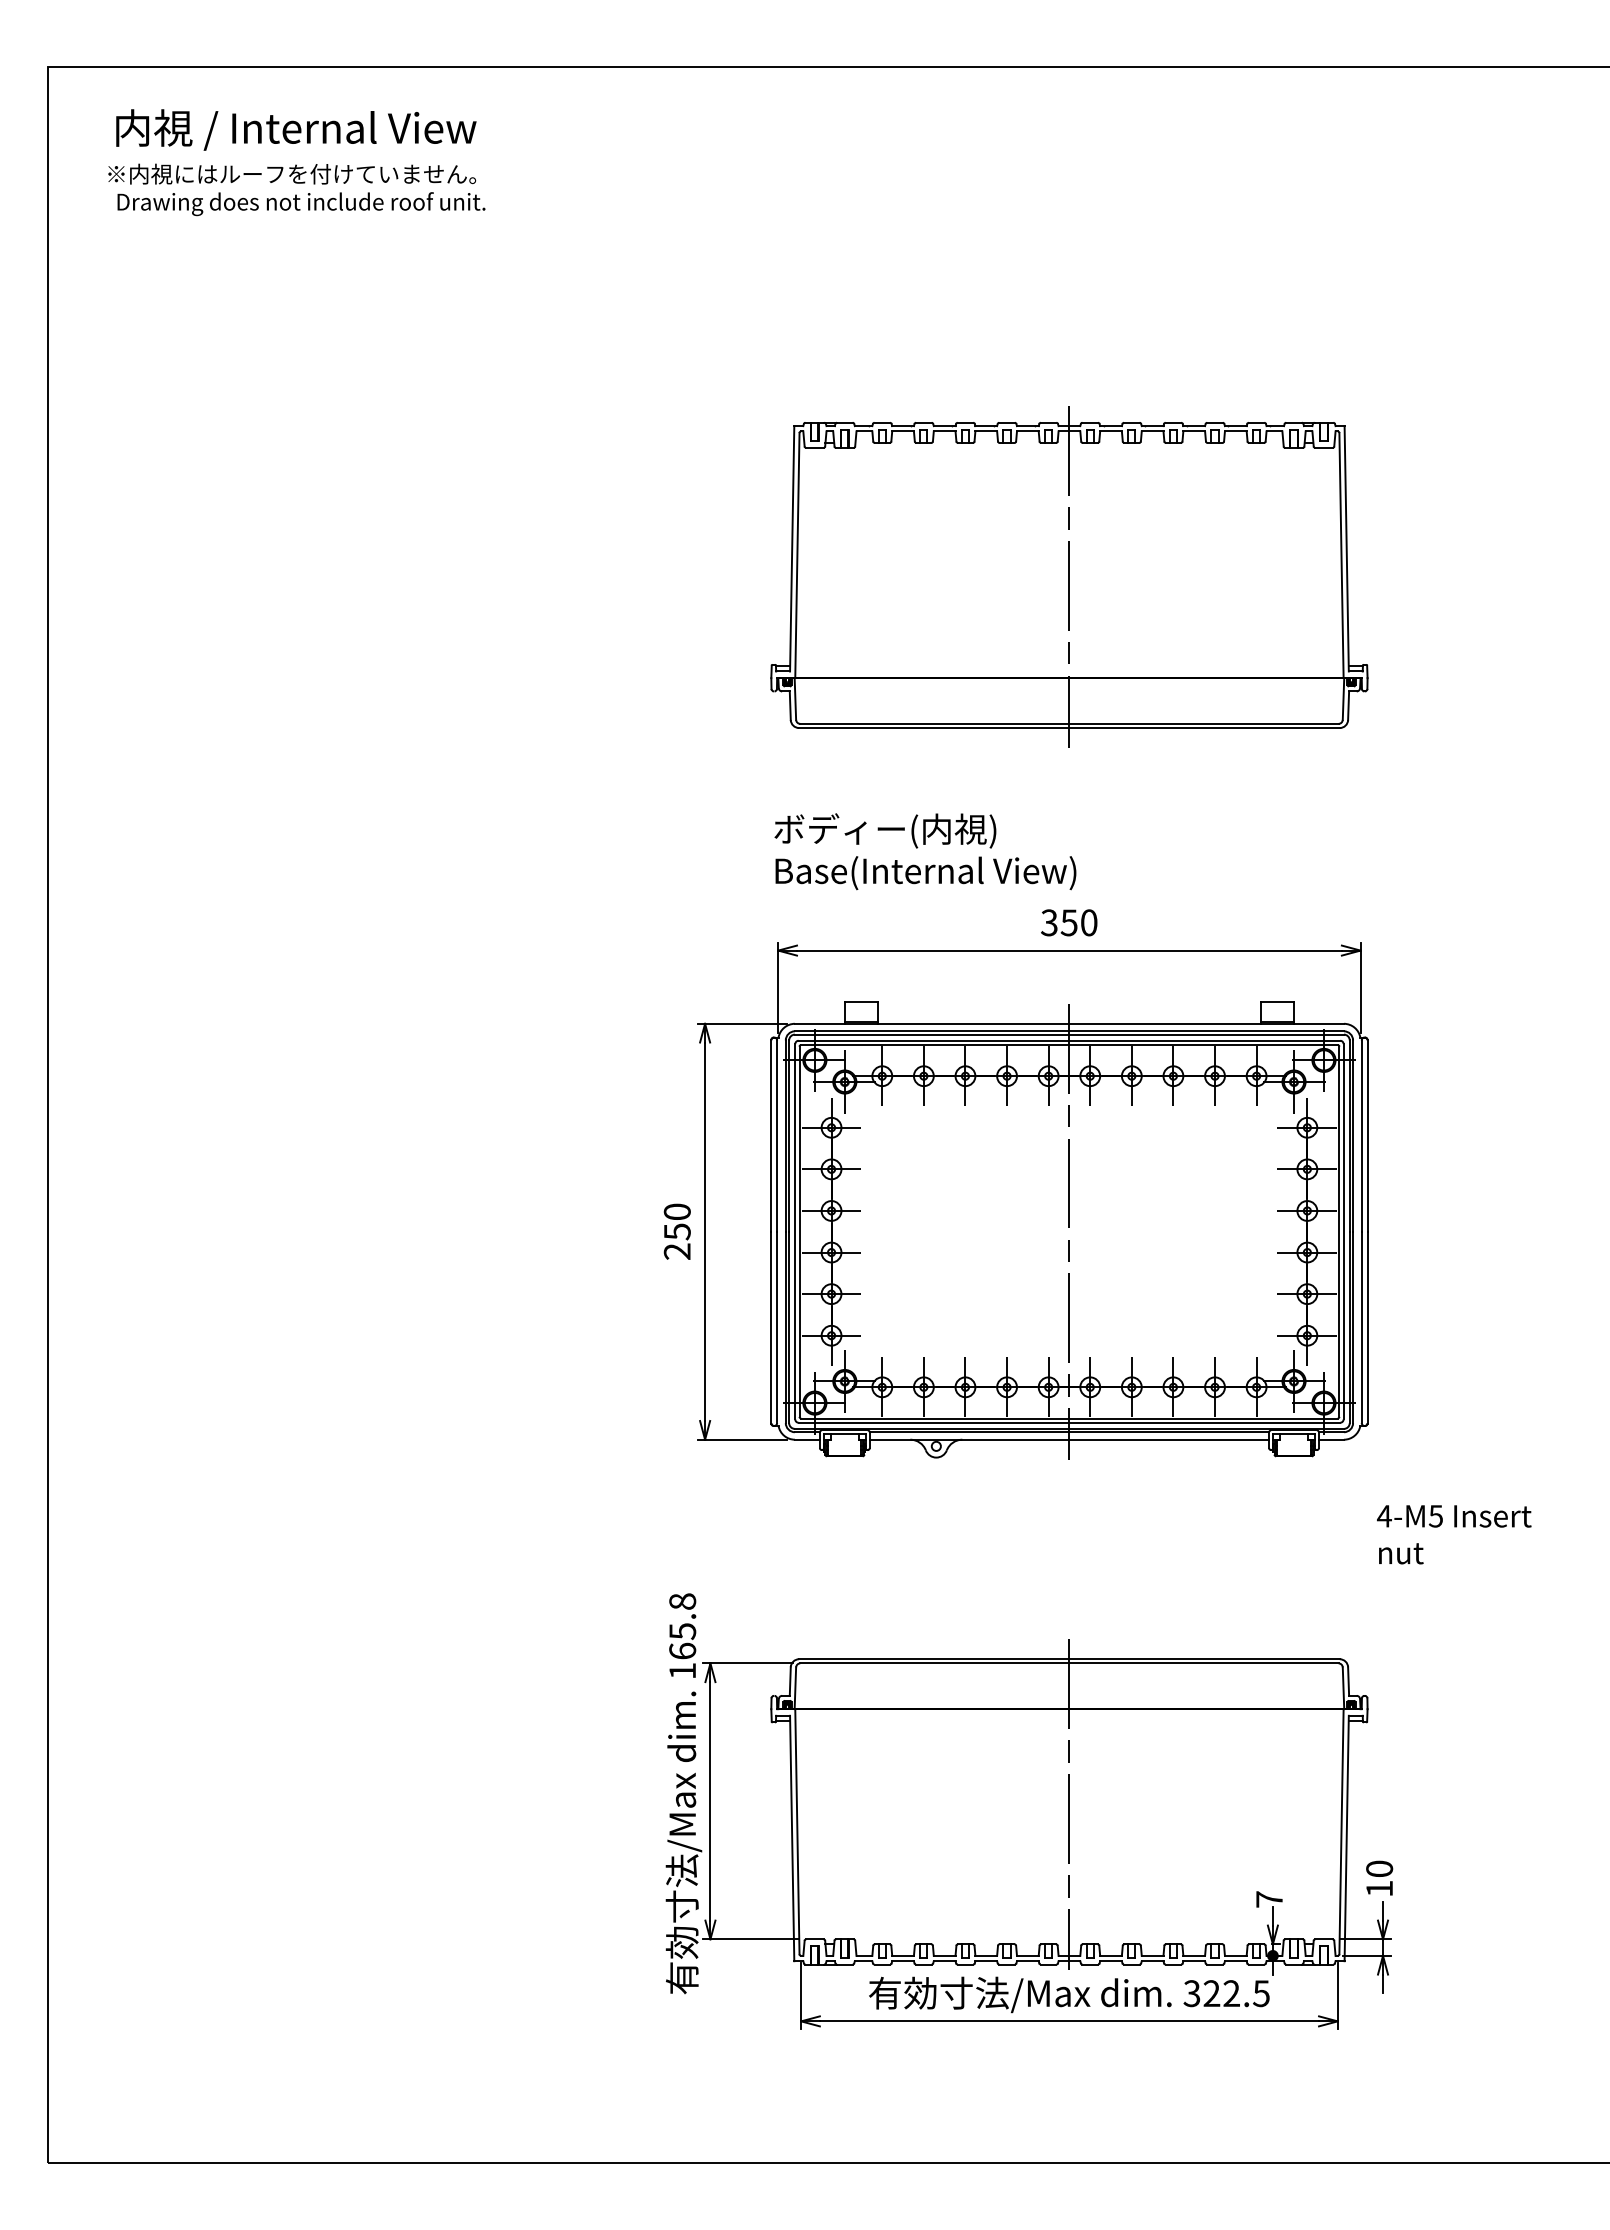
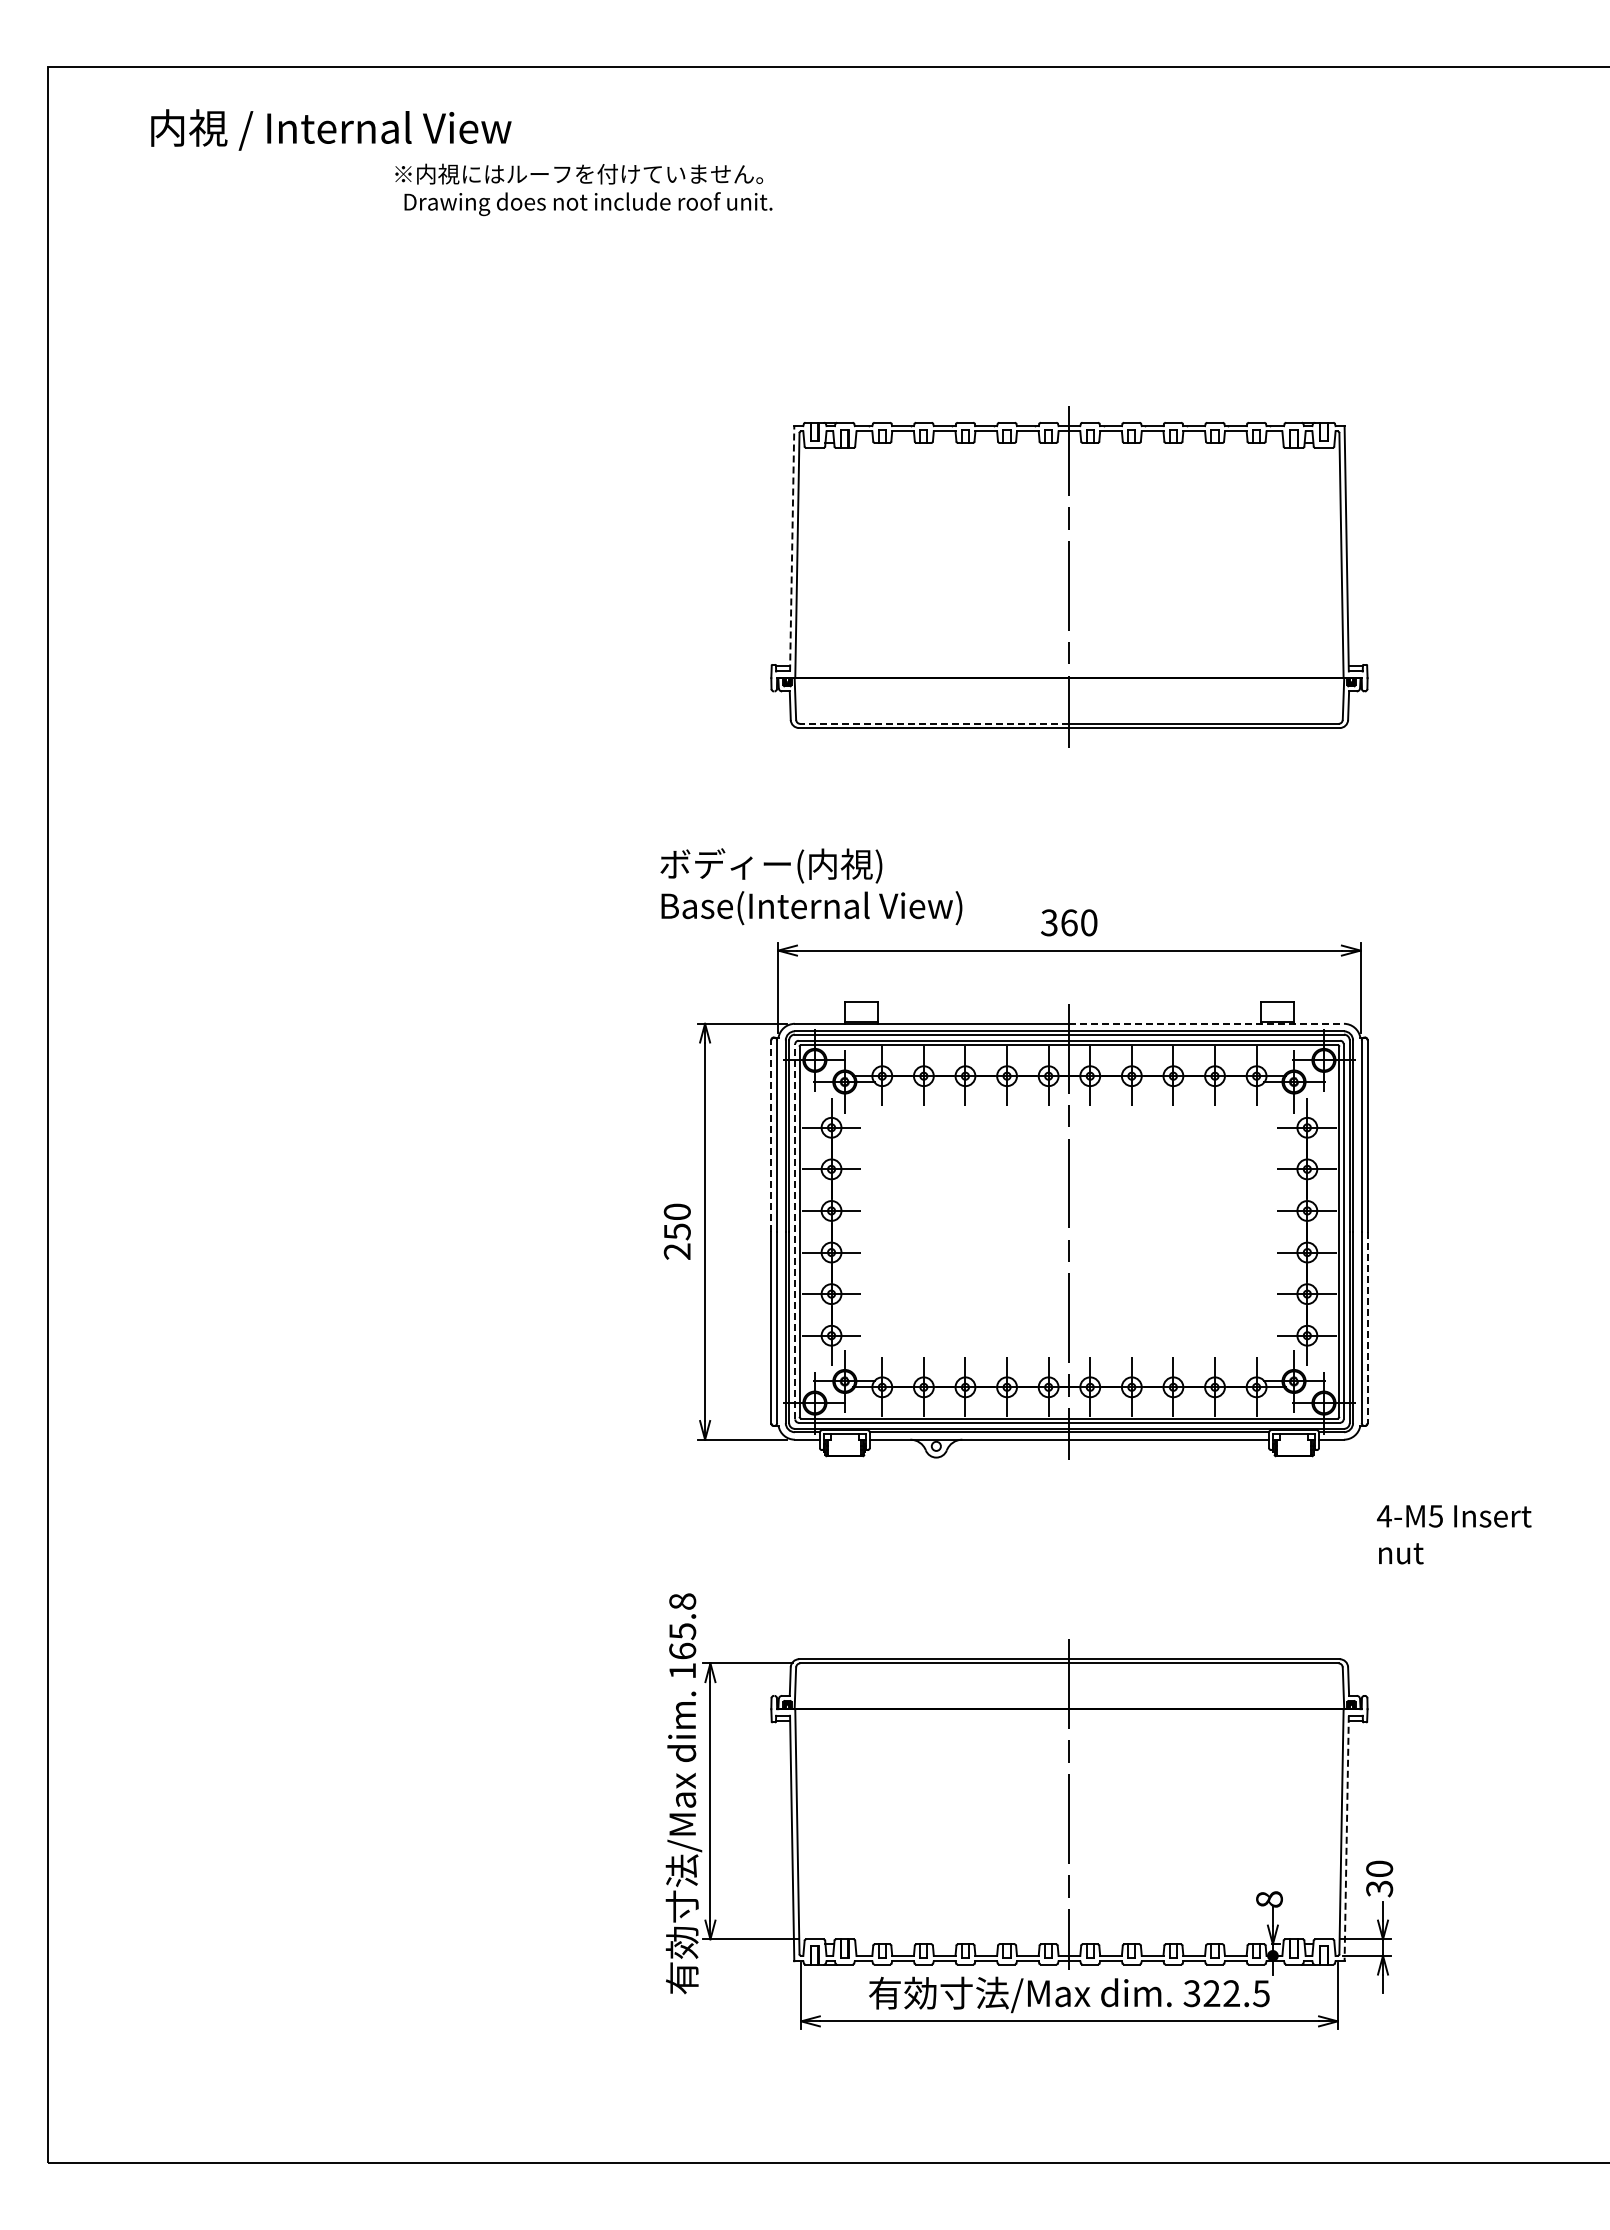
text at (296, 129) position: (296, 129) -> (331, 129)
text at (296, 189) position: (296, 189) -> (583, 189)
line at (792, 548): solid -> dashed
line at (934, 723): solid -> dashed
text at (925, 851) position: (925, 851) -> (811, 886)
text at (1068, 922): 350 -> 360
line at (1207, 1023): solid -> dashed
line at (771, 1135): solid -> dashed
line at (795, 1231): solid -> dashed
line at (1367, 1327): solid -> dashed
line at (1346, 1838): solid -> dashed
text at (1379, 1888): 10 -> 30
text at (1269, 1899): 7 -> 8
